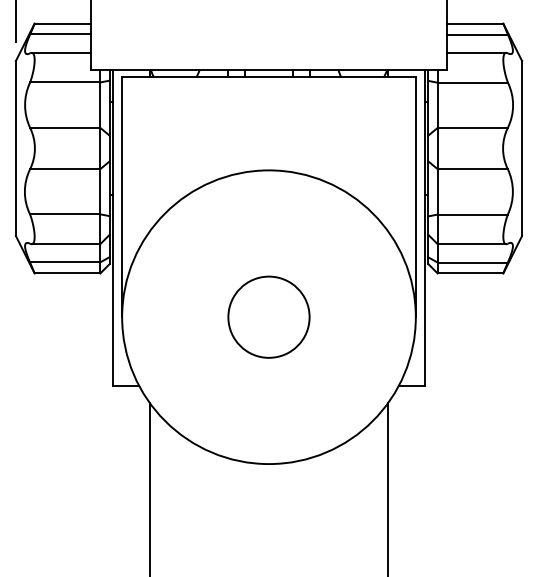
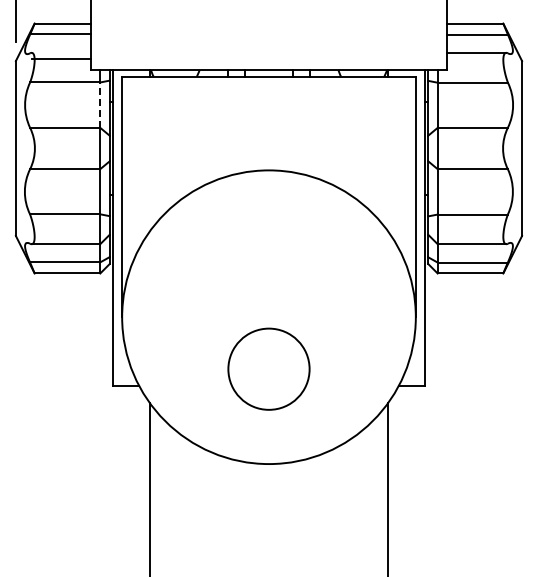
line at (60, 52) position: (60, 52) -> (60, 58)
line at (100, 105): solid -> dashed
circle at (268, 316) position: (268, 316) -> (268, 368)
